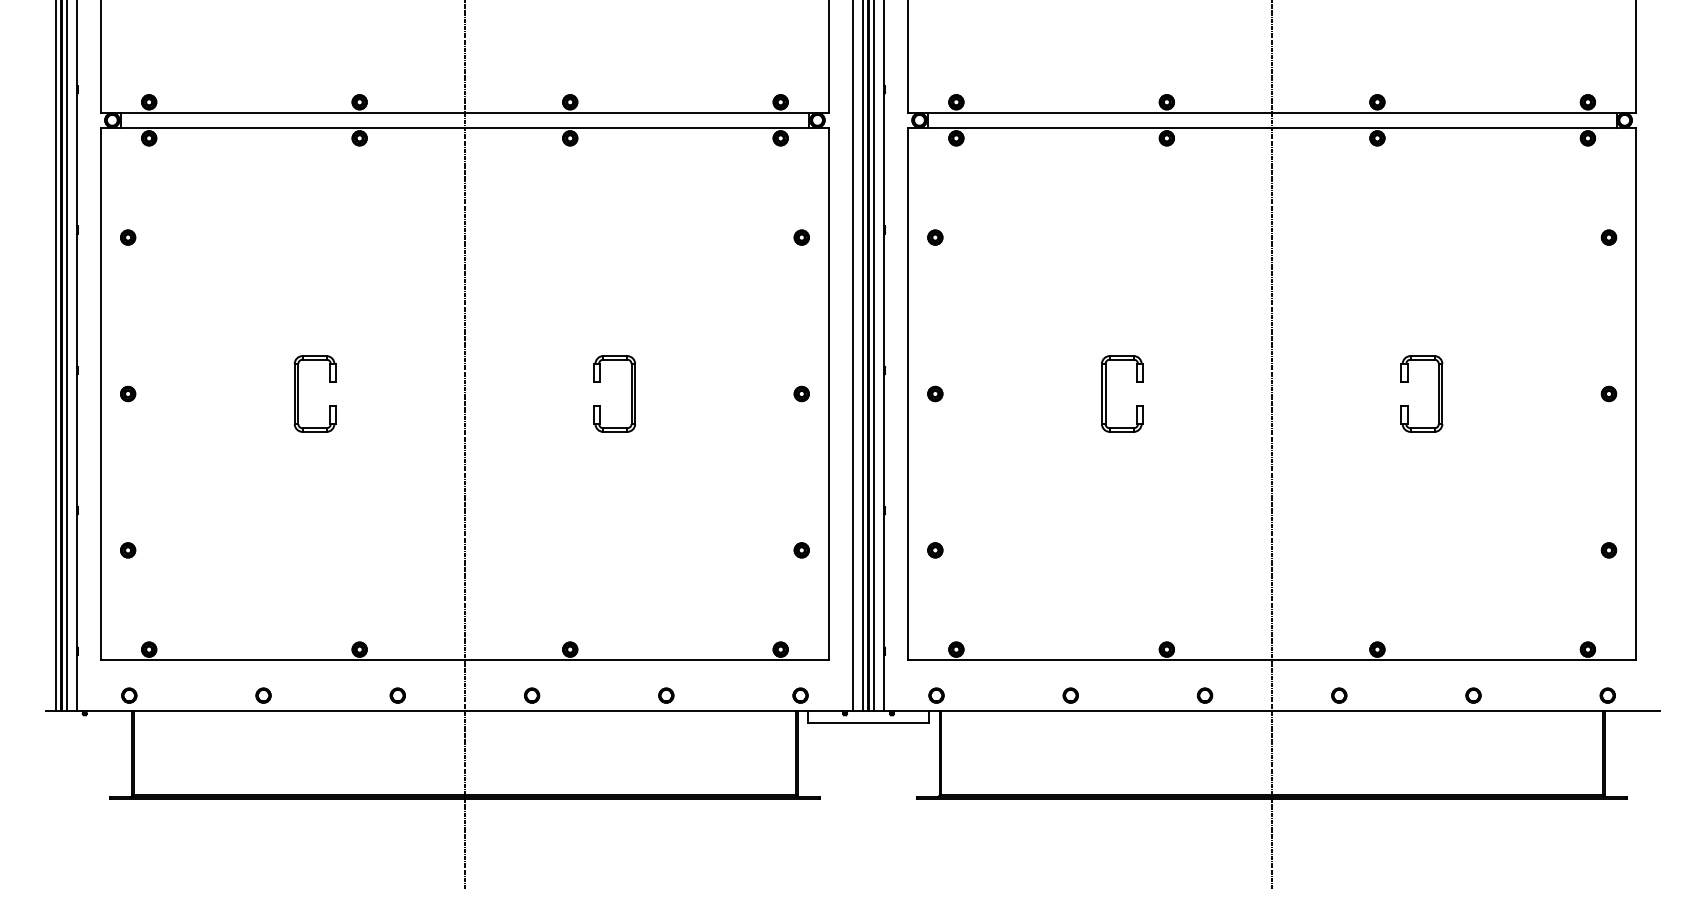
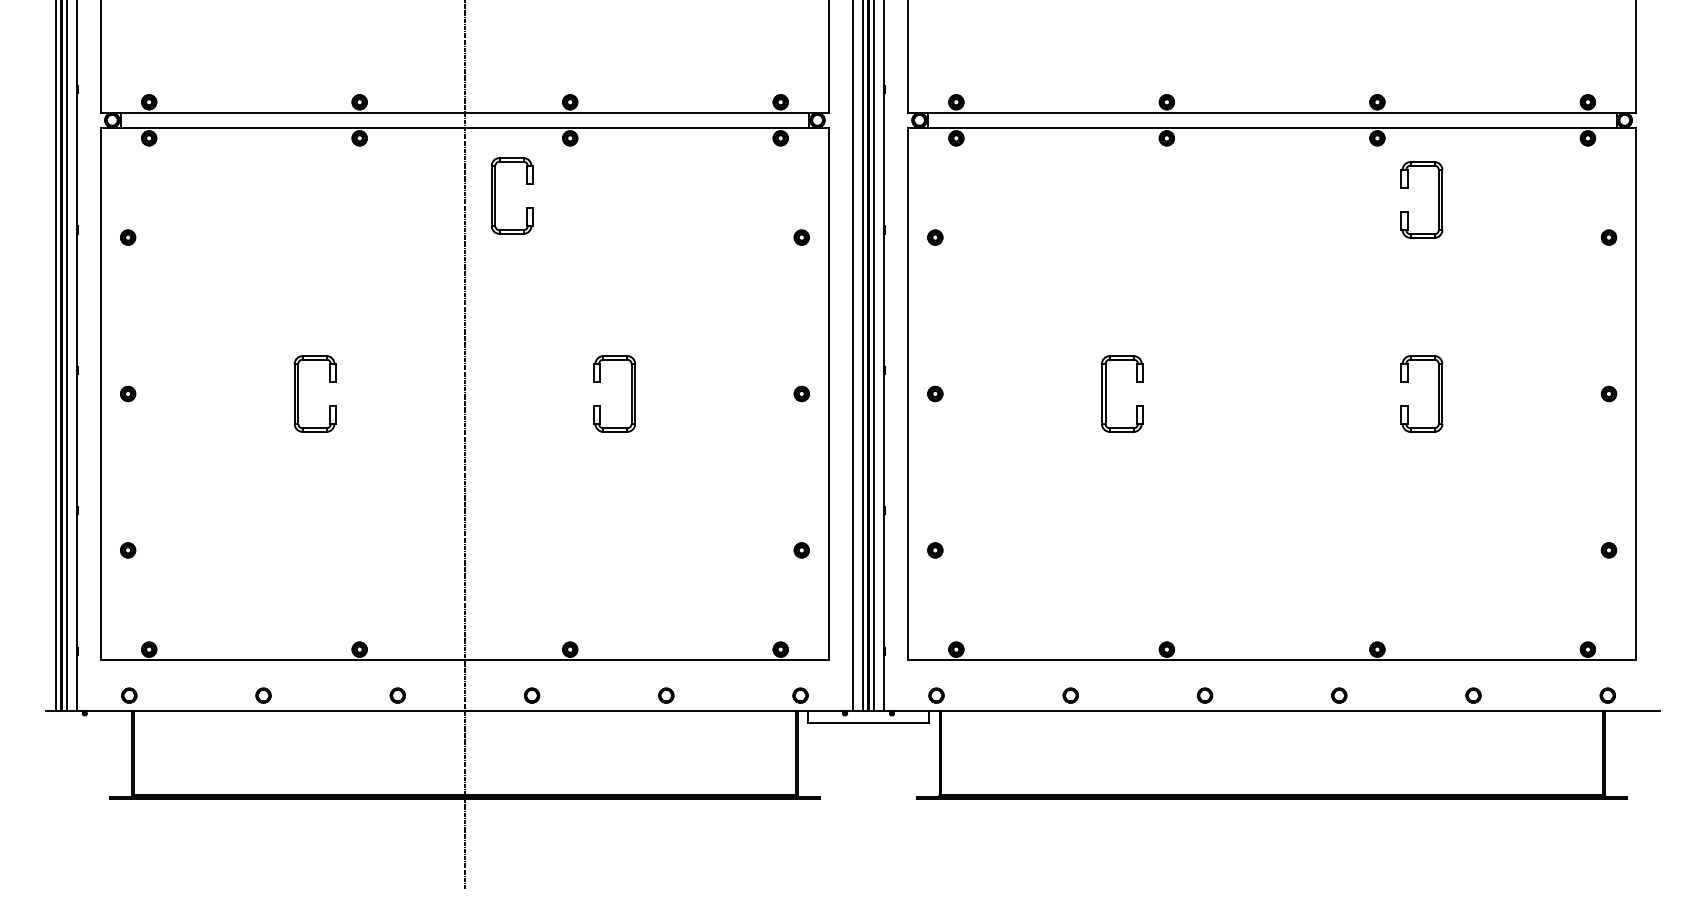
part at (495, 195): none -> present
part at (1438, 199): none -> present
line at (1272, 445): present -> none
